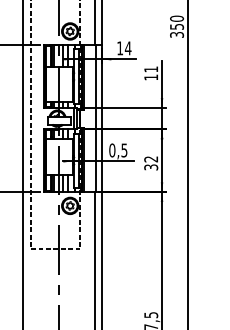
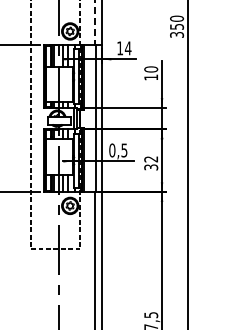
line at (95, 23): solid -> dashed
text at (151, 69): 11 -> 10
line at (23, 164): present -> none
